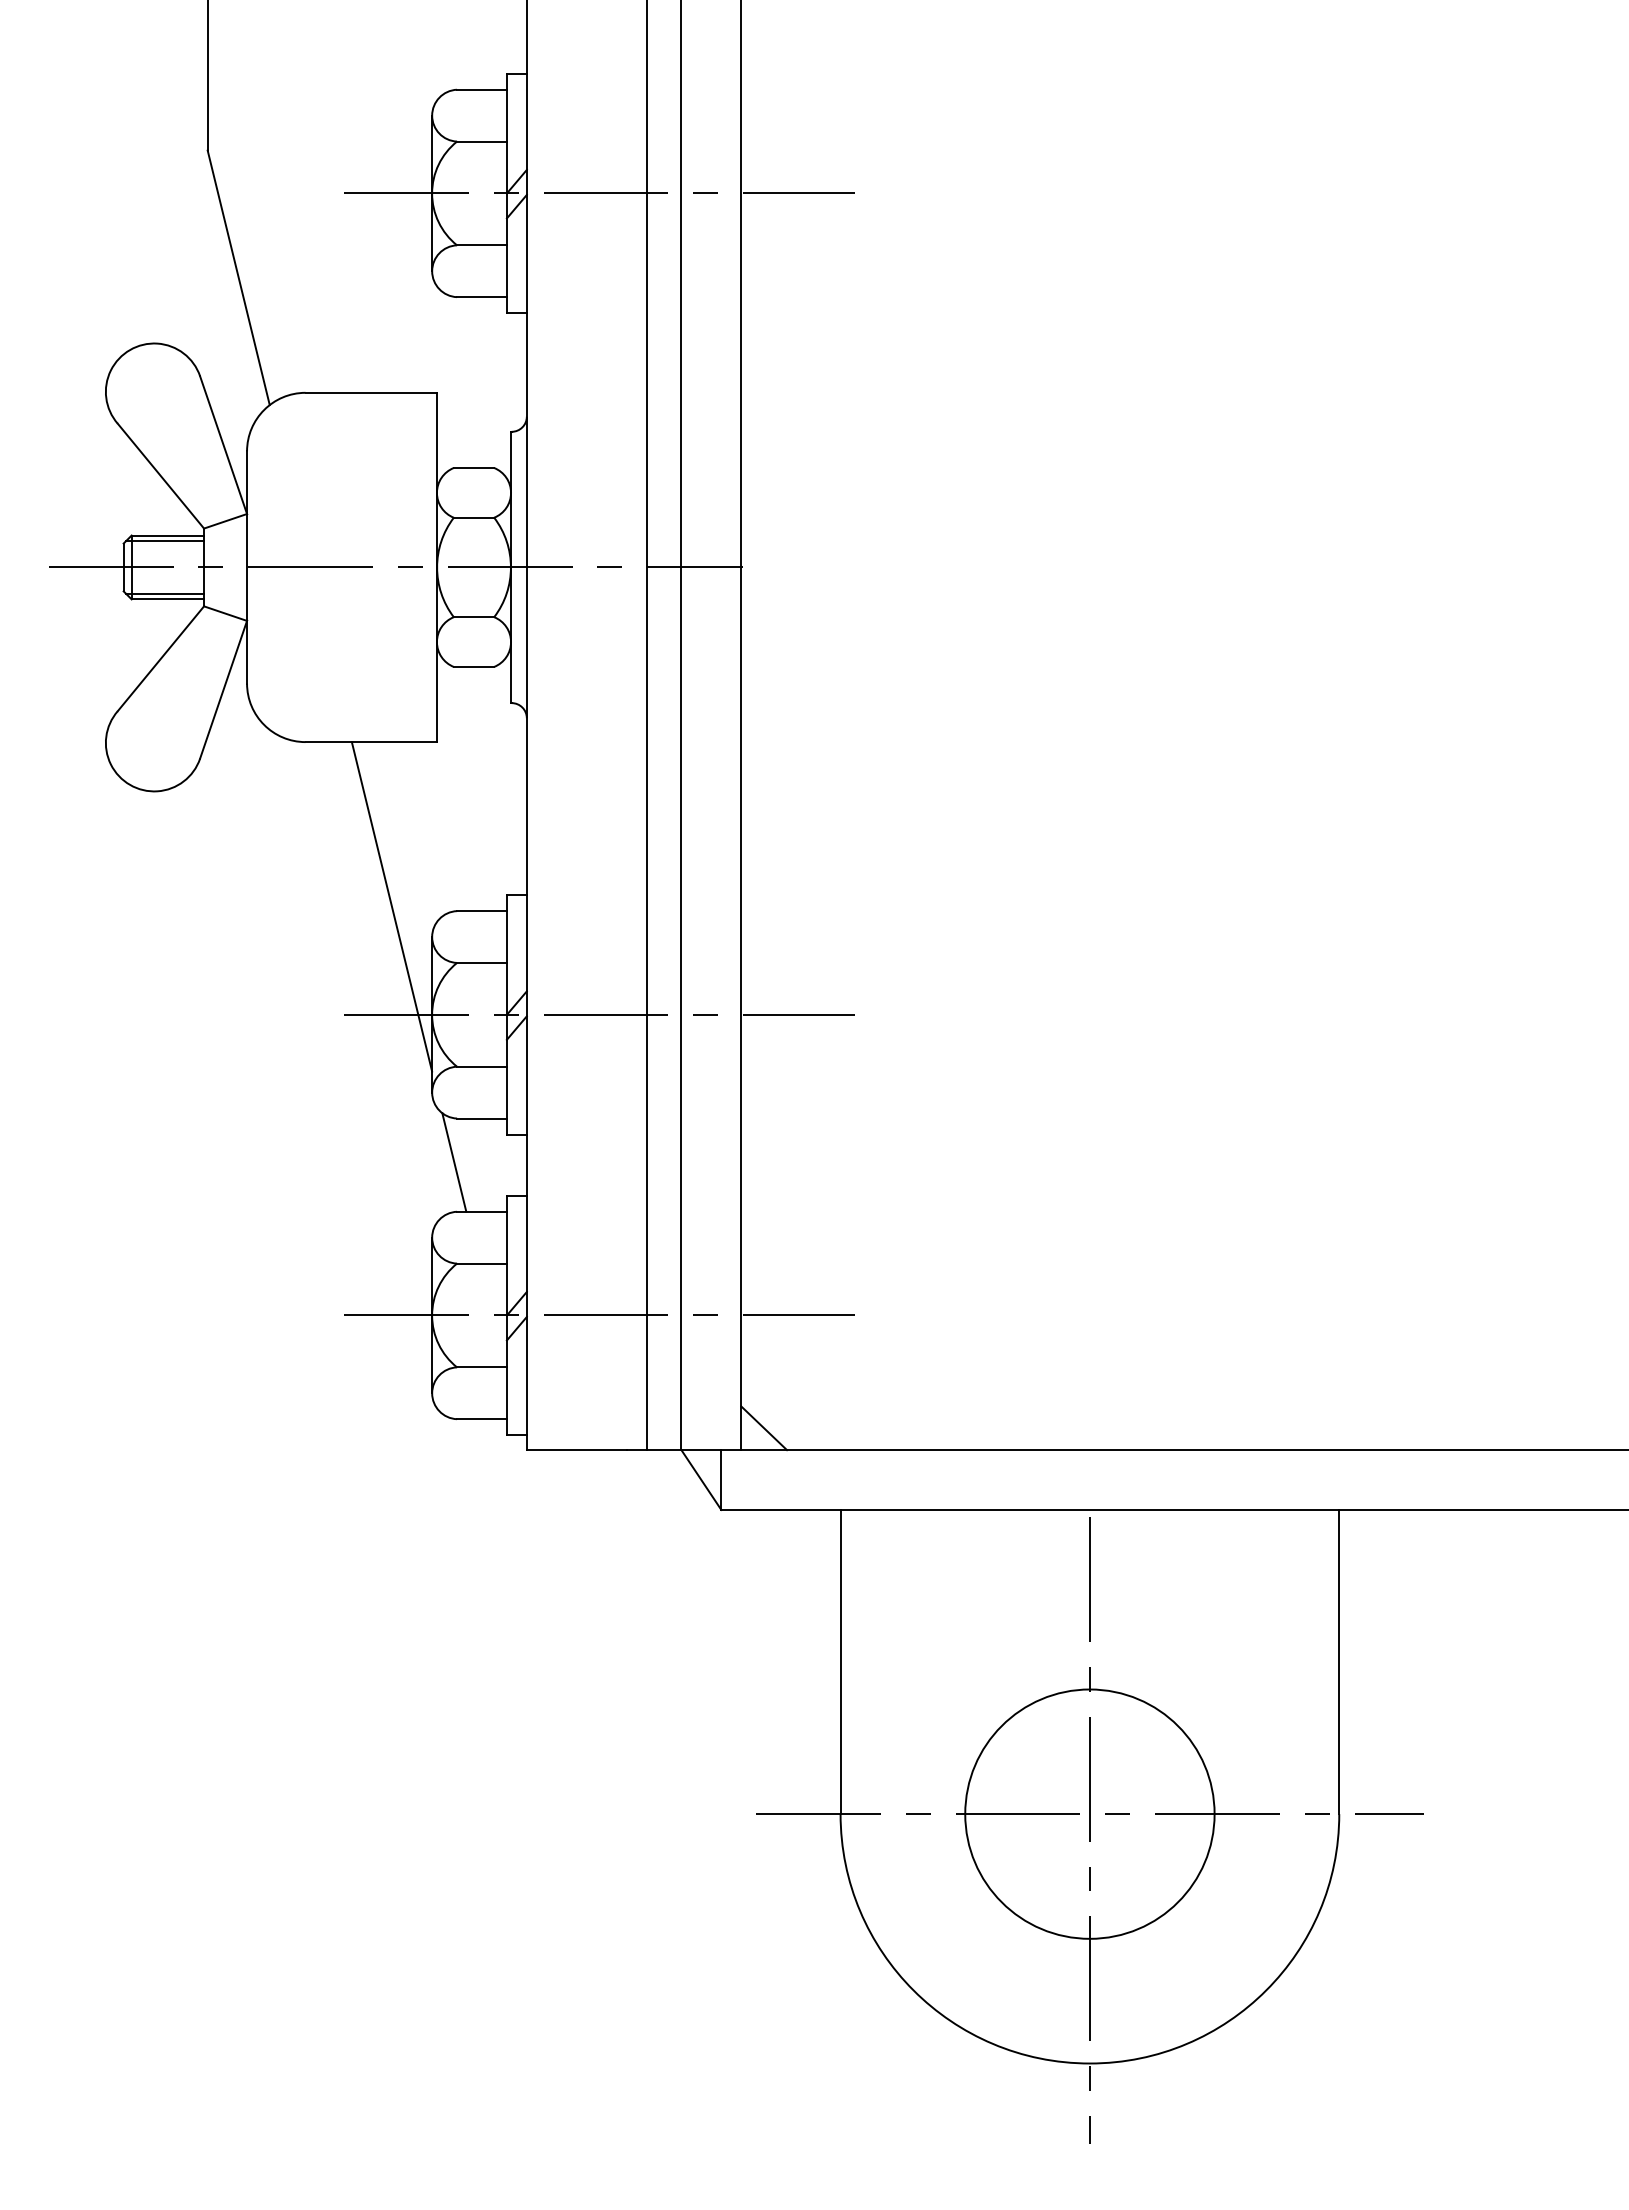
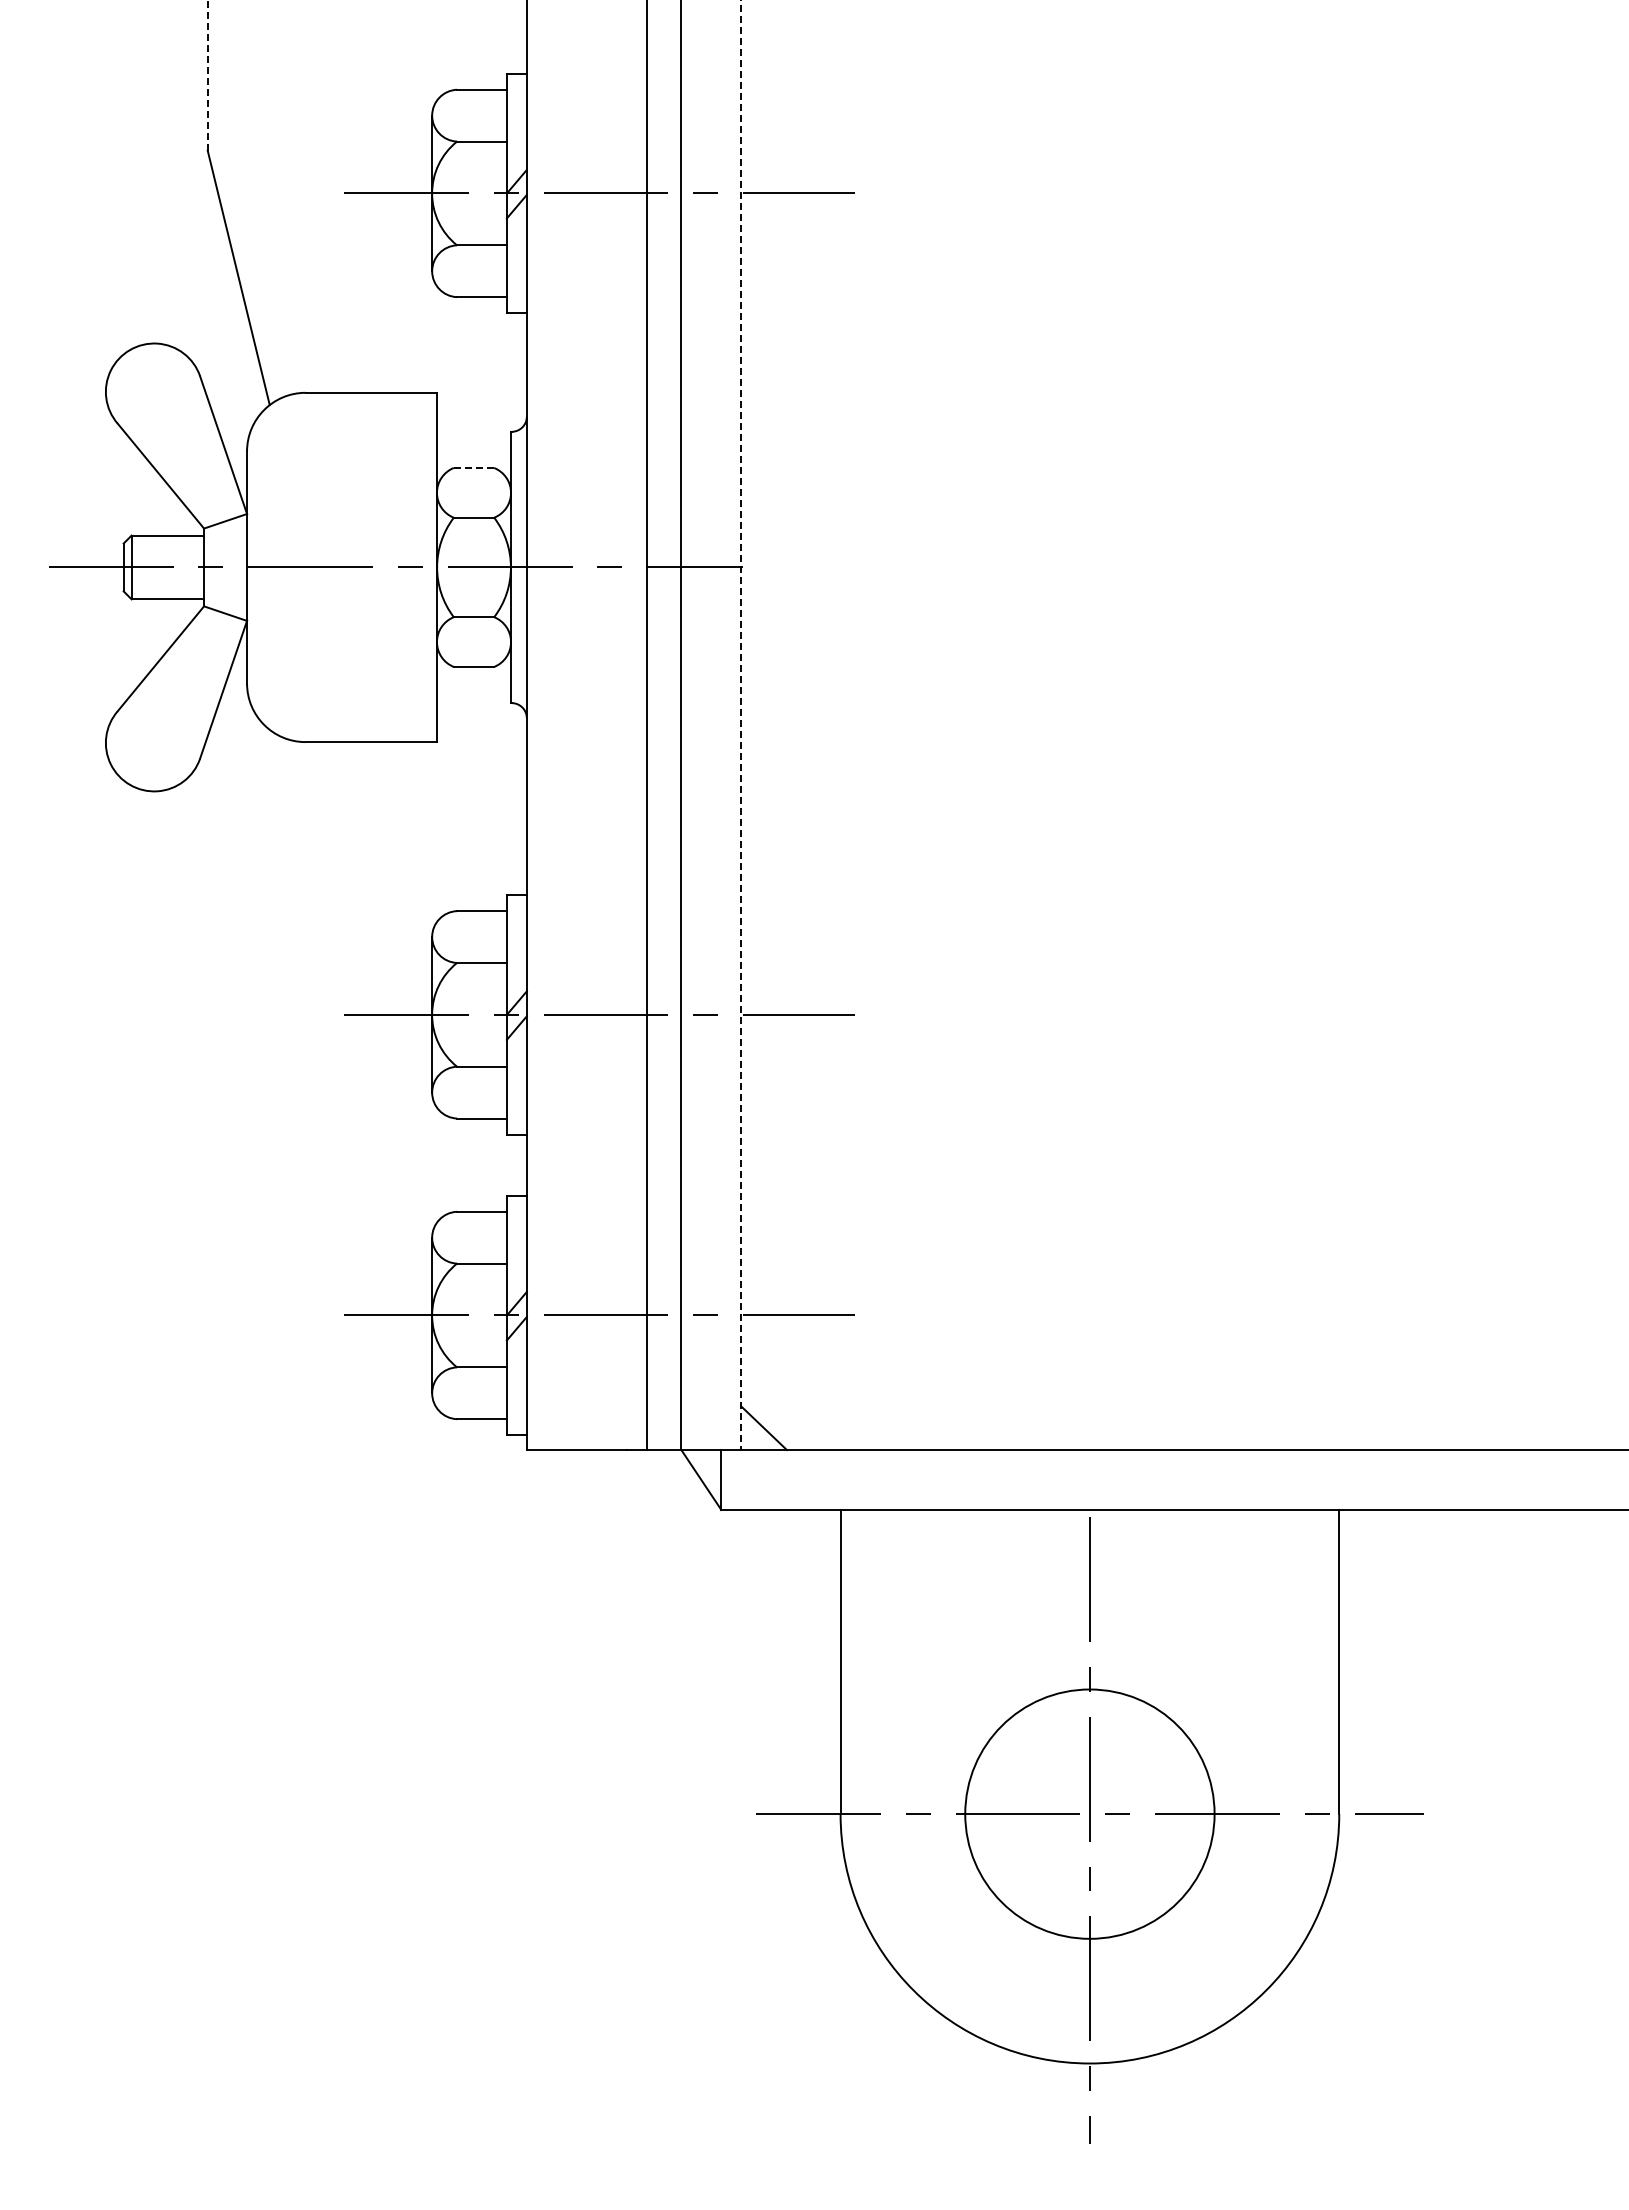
line at (207, 75): solid -> dashed
line at (474, 467): solid -> dashed
line at (165, 541): present -> none
line at (165, 593): present -> none
line at (741, 725): solid -> dashed
line at (391, 906): present -> none
line at (454, 1162): present -> none
